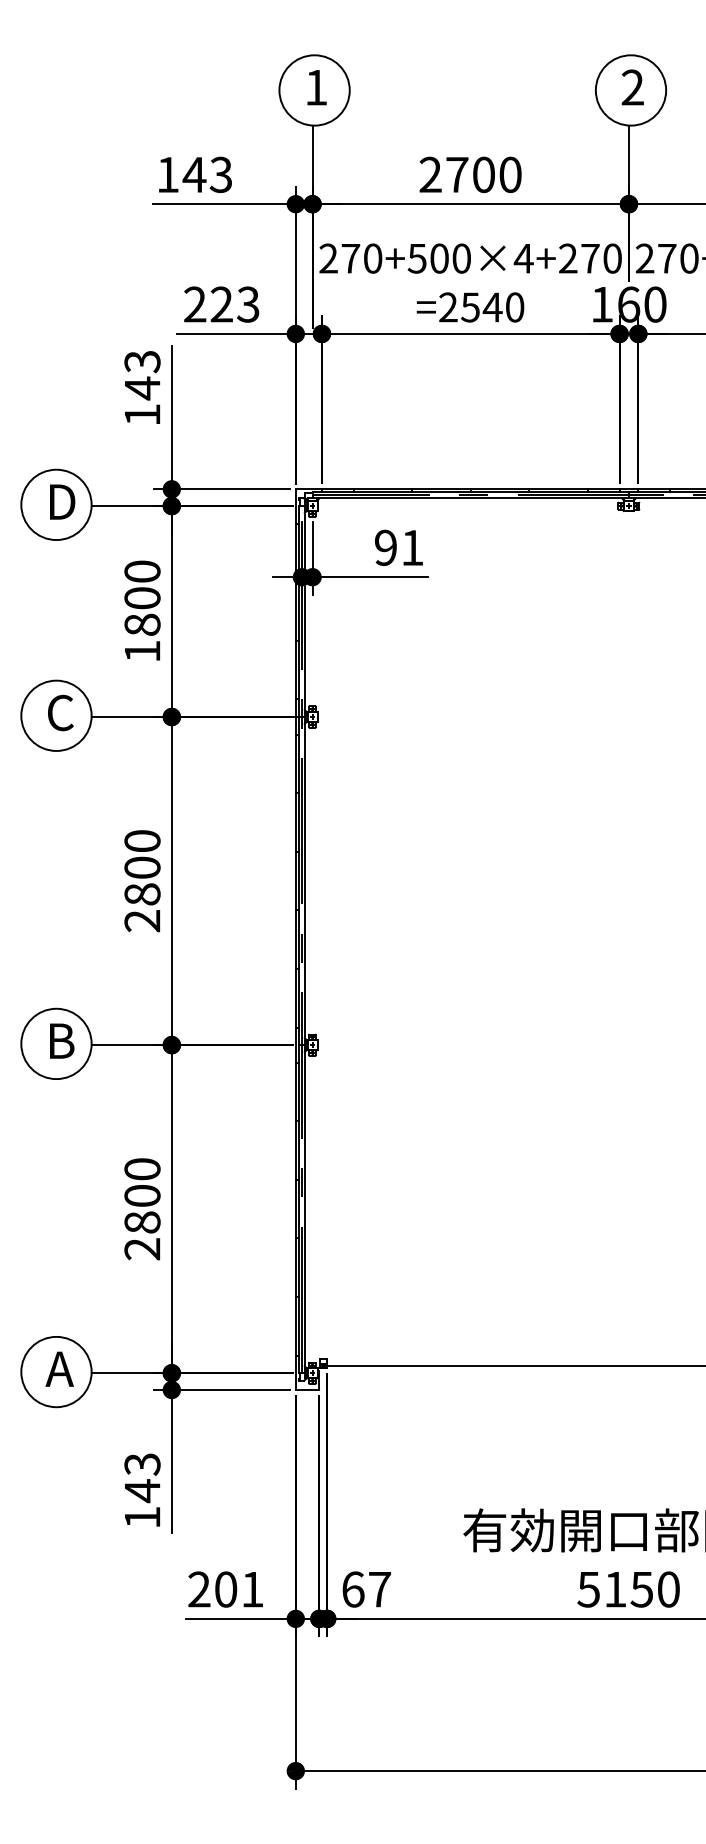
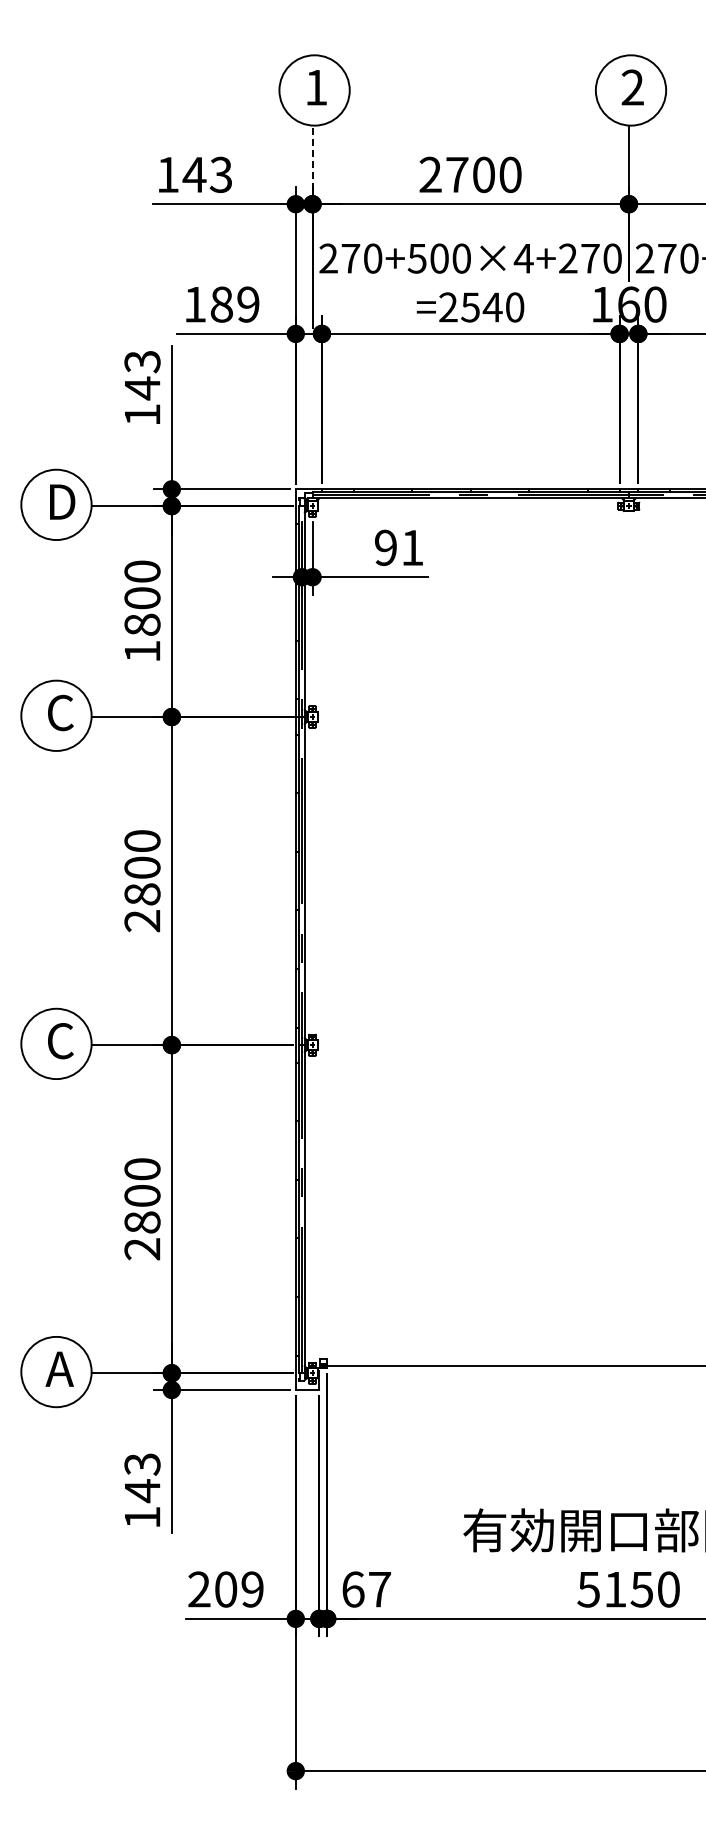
line at (312, 157): solid -> dashed
text at (221, 304): 223 -> 189
text at (61, 1041): B -> C
text at (252, 1589): 201 -> 209
